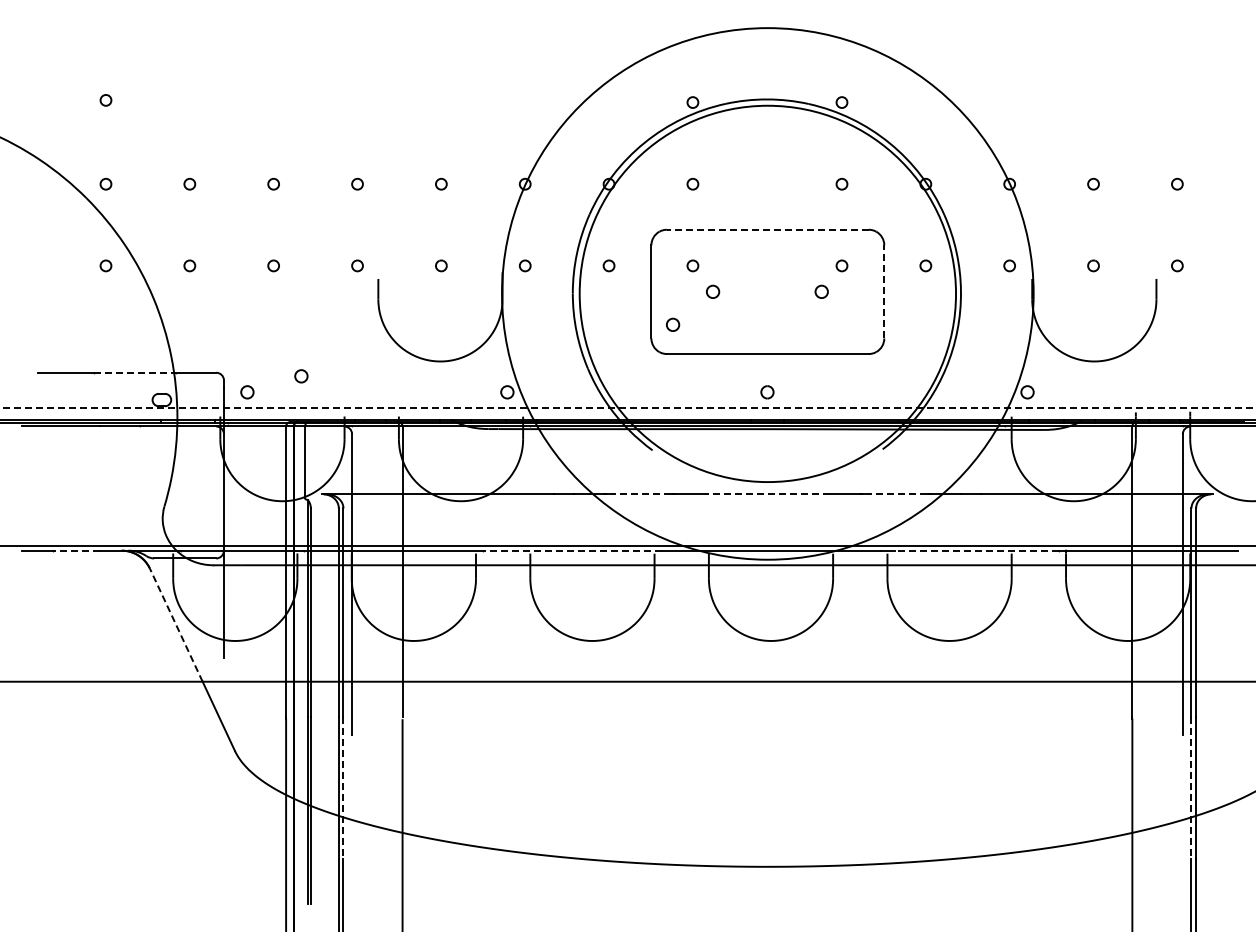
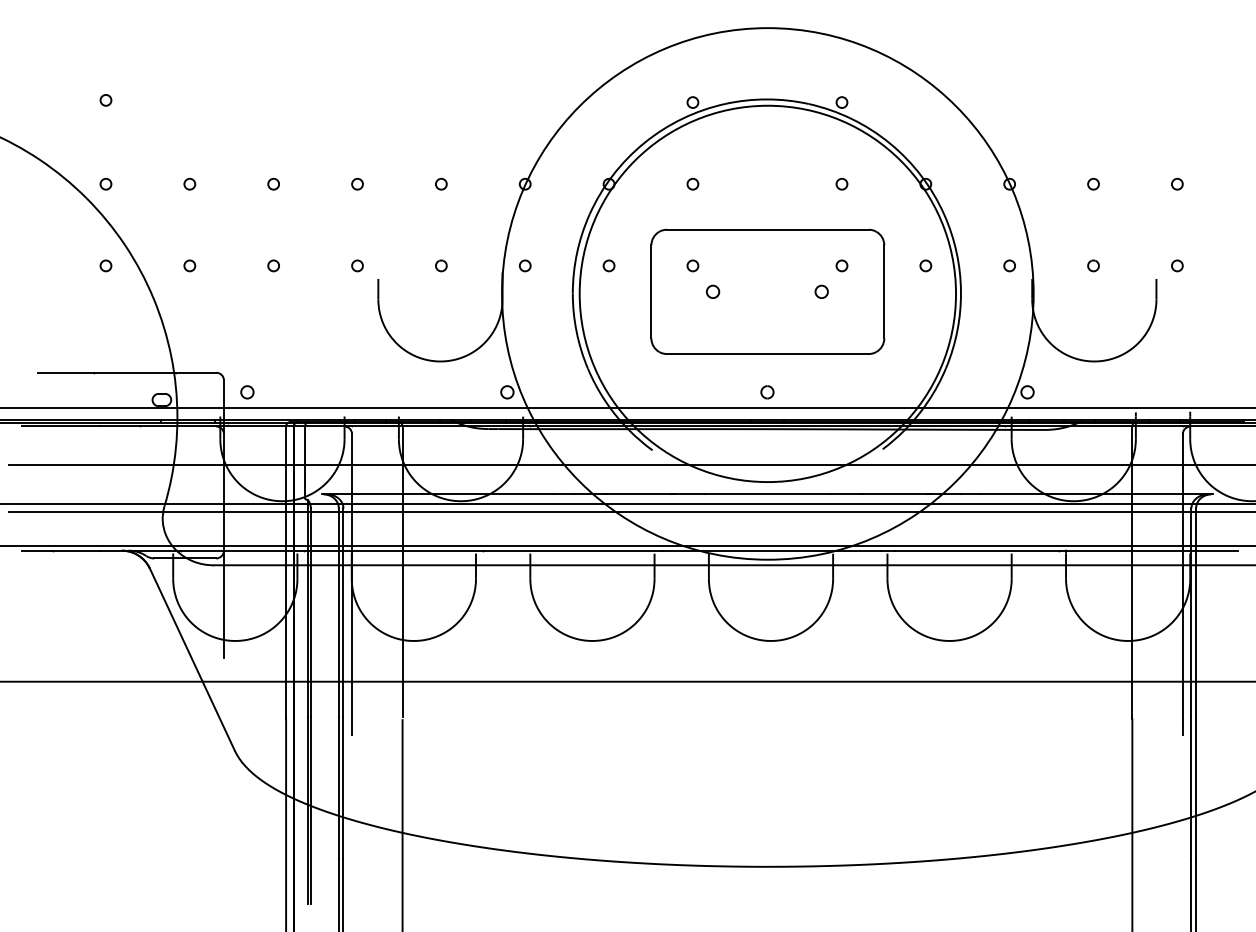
line at (767, 229): dashed -> solid
line at (884, 291): dashed -> solid
circle at (673, 324): present -> none
line at (135, 372): dashed -> solid
circle at (301, 376): present -> none
line at (627, 407): dashed -> solid
line at (630, 465): none -> present
line at (639, 494): dashed -> solid
line at (767, 494): dashed -> solid
line at (895, 494): dashed -> solid
line at (627, 503): none -> present
line at (630, 511): none -> present
line at (76, 550): dashed -> solid
line at (571, 550): dashed -> solid
line at (977, 550): dashed -> solid
line at (176, 624): dashed -> solid
line at (343, 788): dashed -> solid
line at (1191, 788): dashed -> solid
